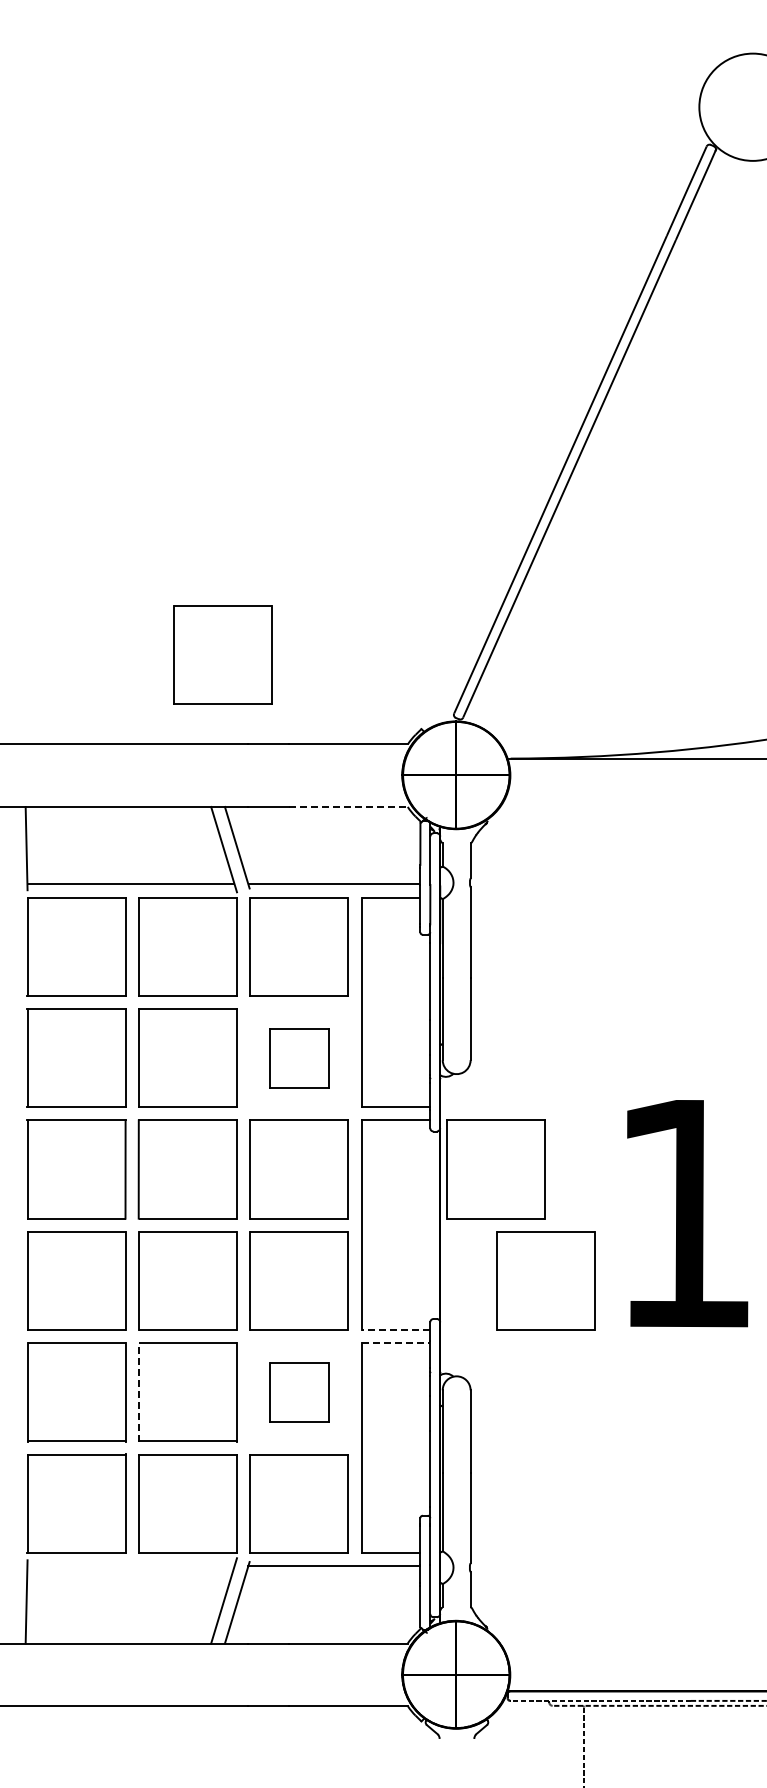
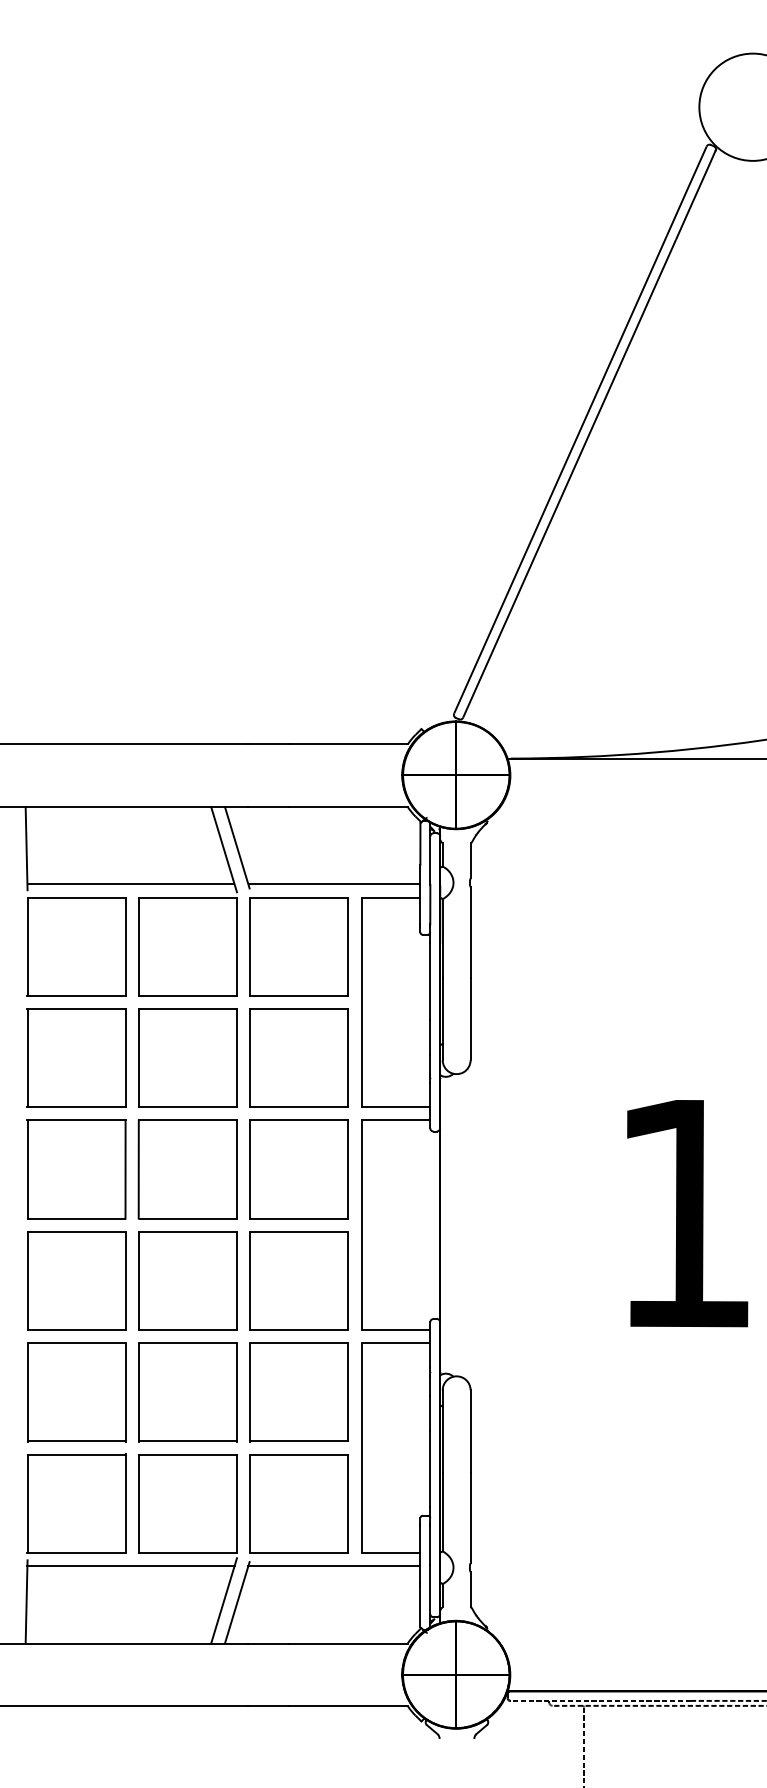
part at (222, 654): present -> none
line at (349, 806): dashed -> solid
part at (299, 1058) size: 61x61 px -> 100x100 px
part at (495, 1169): present -> none
part at (545, 1280): present -> none
line at (395, 1330): dashed -> solid
line at (396, 1343): dashed -> solid
line at (138, 1391): dashed -> solid
part at (299, 1392) size: 61x61 px -> 100x101 px
line at (130, 1566): none -> present
